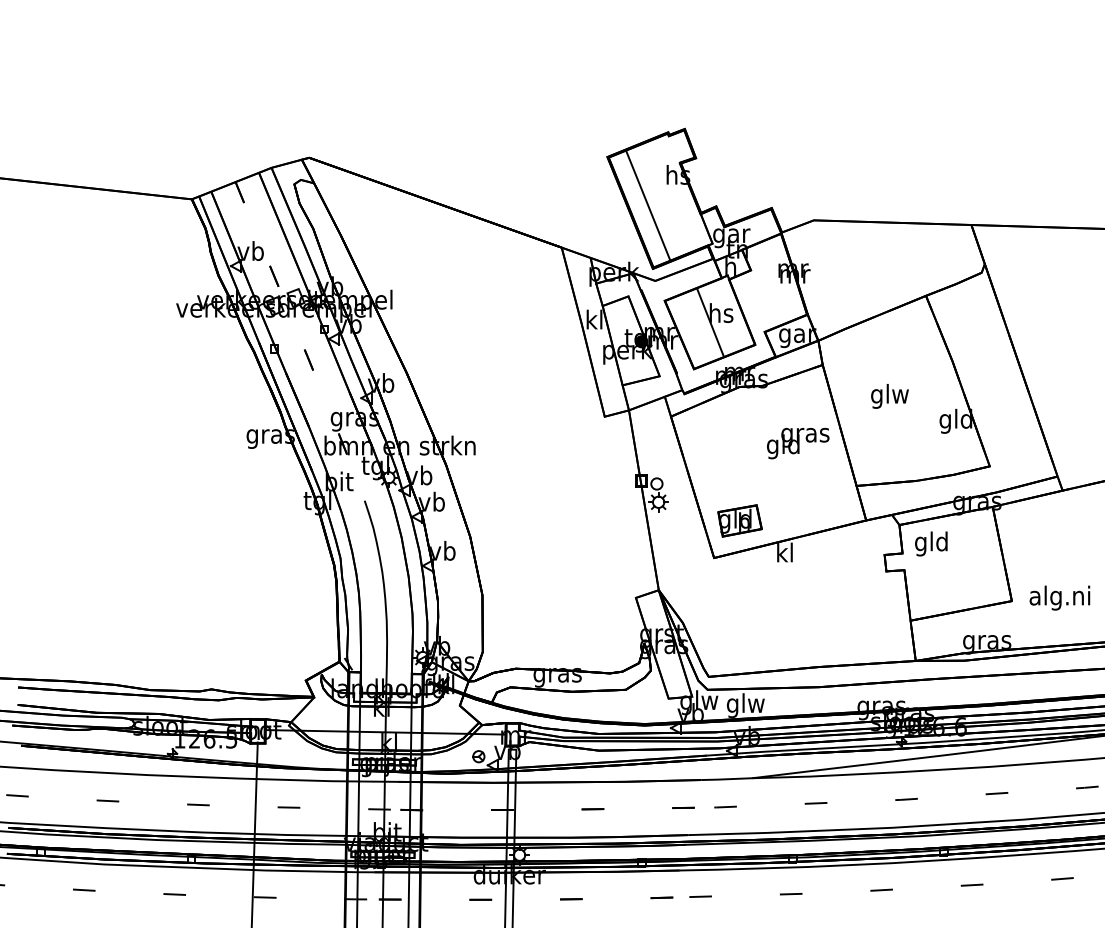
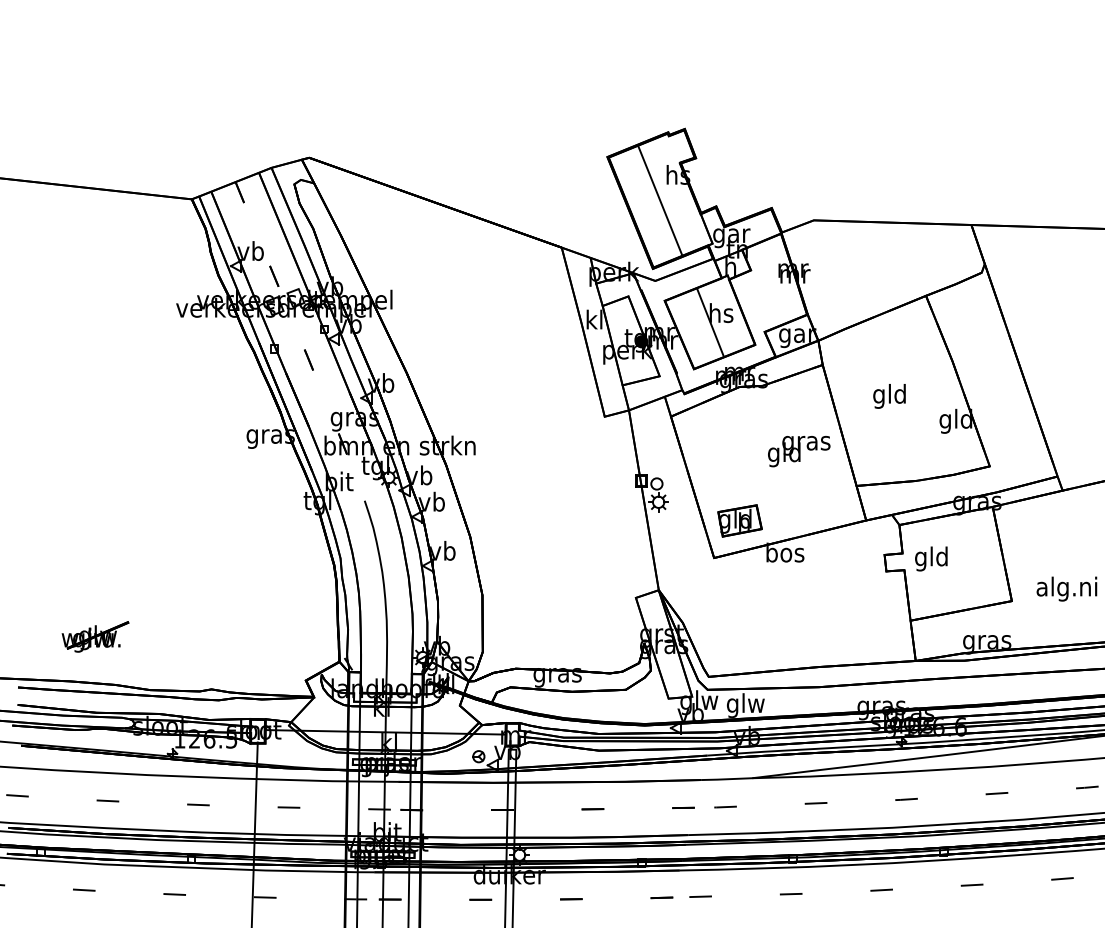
line at (648, 205) position: (648, 205) -> (660, 200)
text at (889, 396): glw -> gld
text at (798, 443) position: (798, 443) -> (799, 451)
text at (931, 543) position: (931, 543) -> (931, 558)
text at (785, 552): kl -> bos
text at (1059, 597) position: (1059, 597) -> (1066, 588)
part at (95, 636): none -> present
